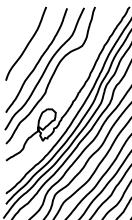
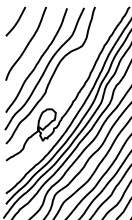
curve at (16, 21): none -> present
